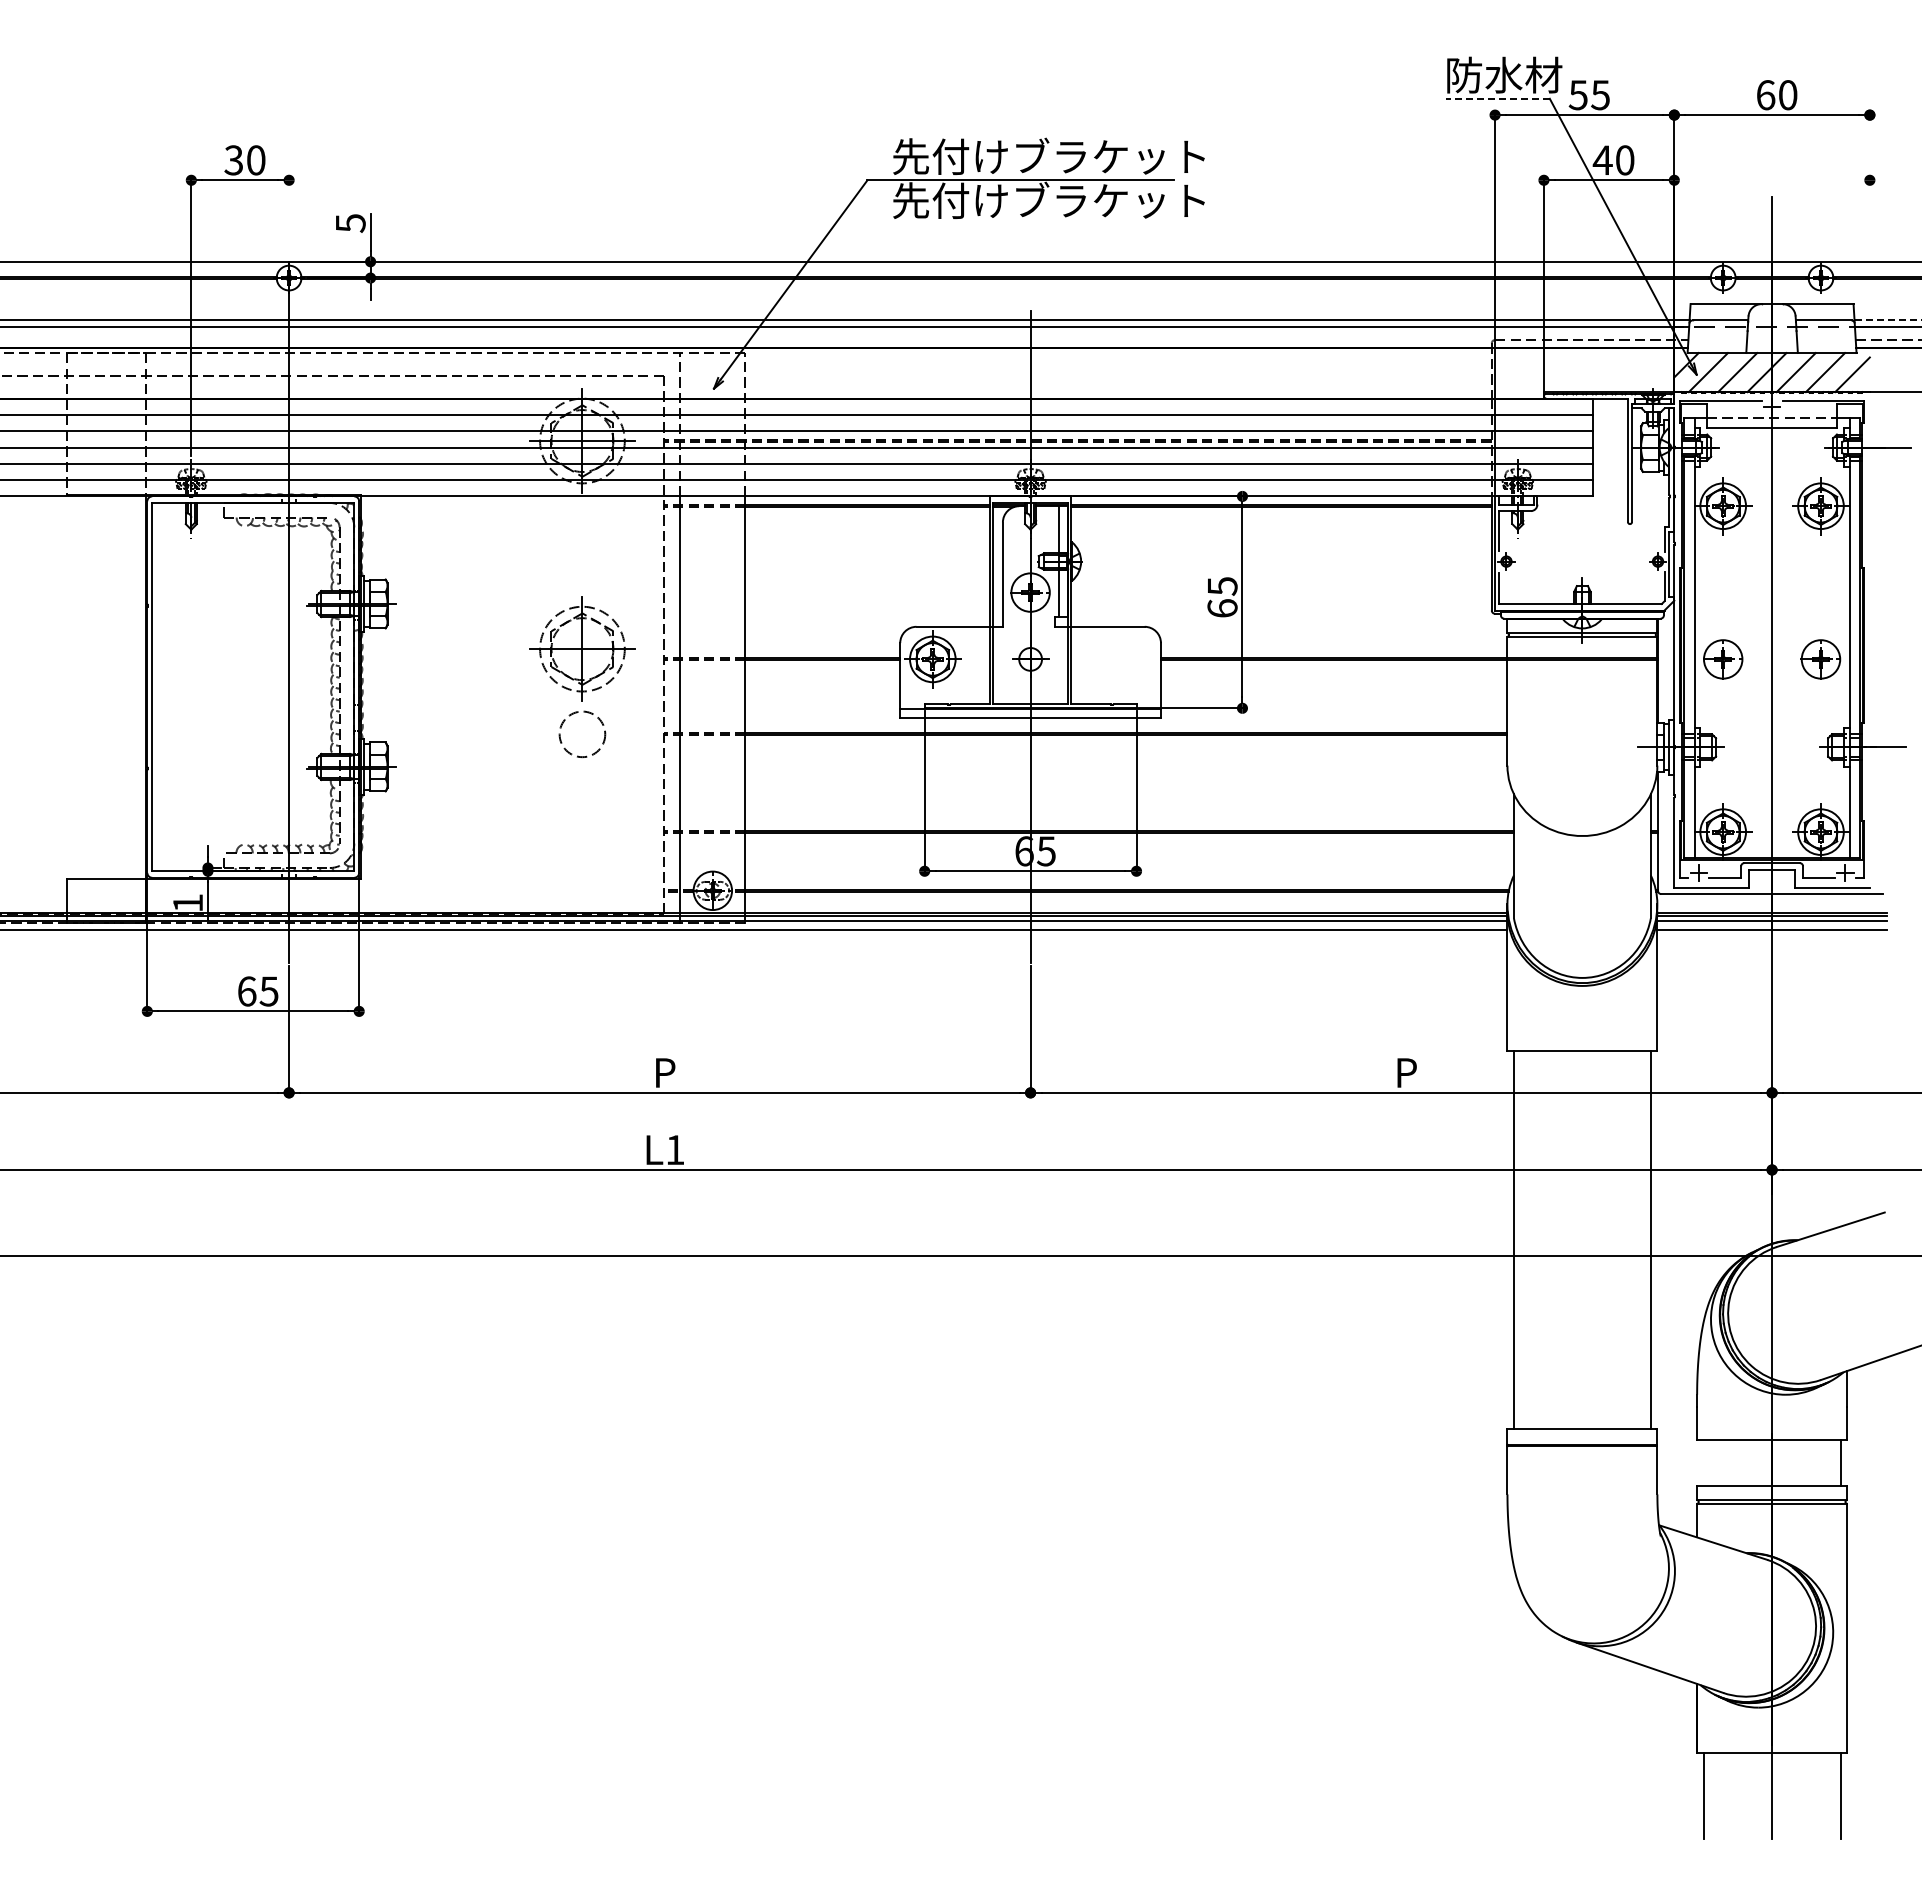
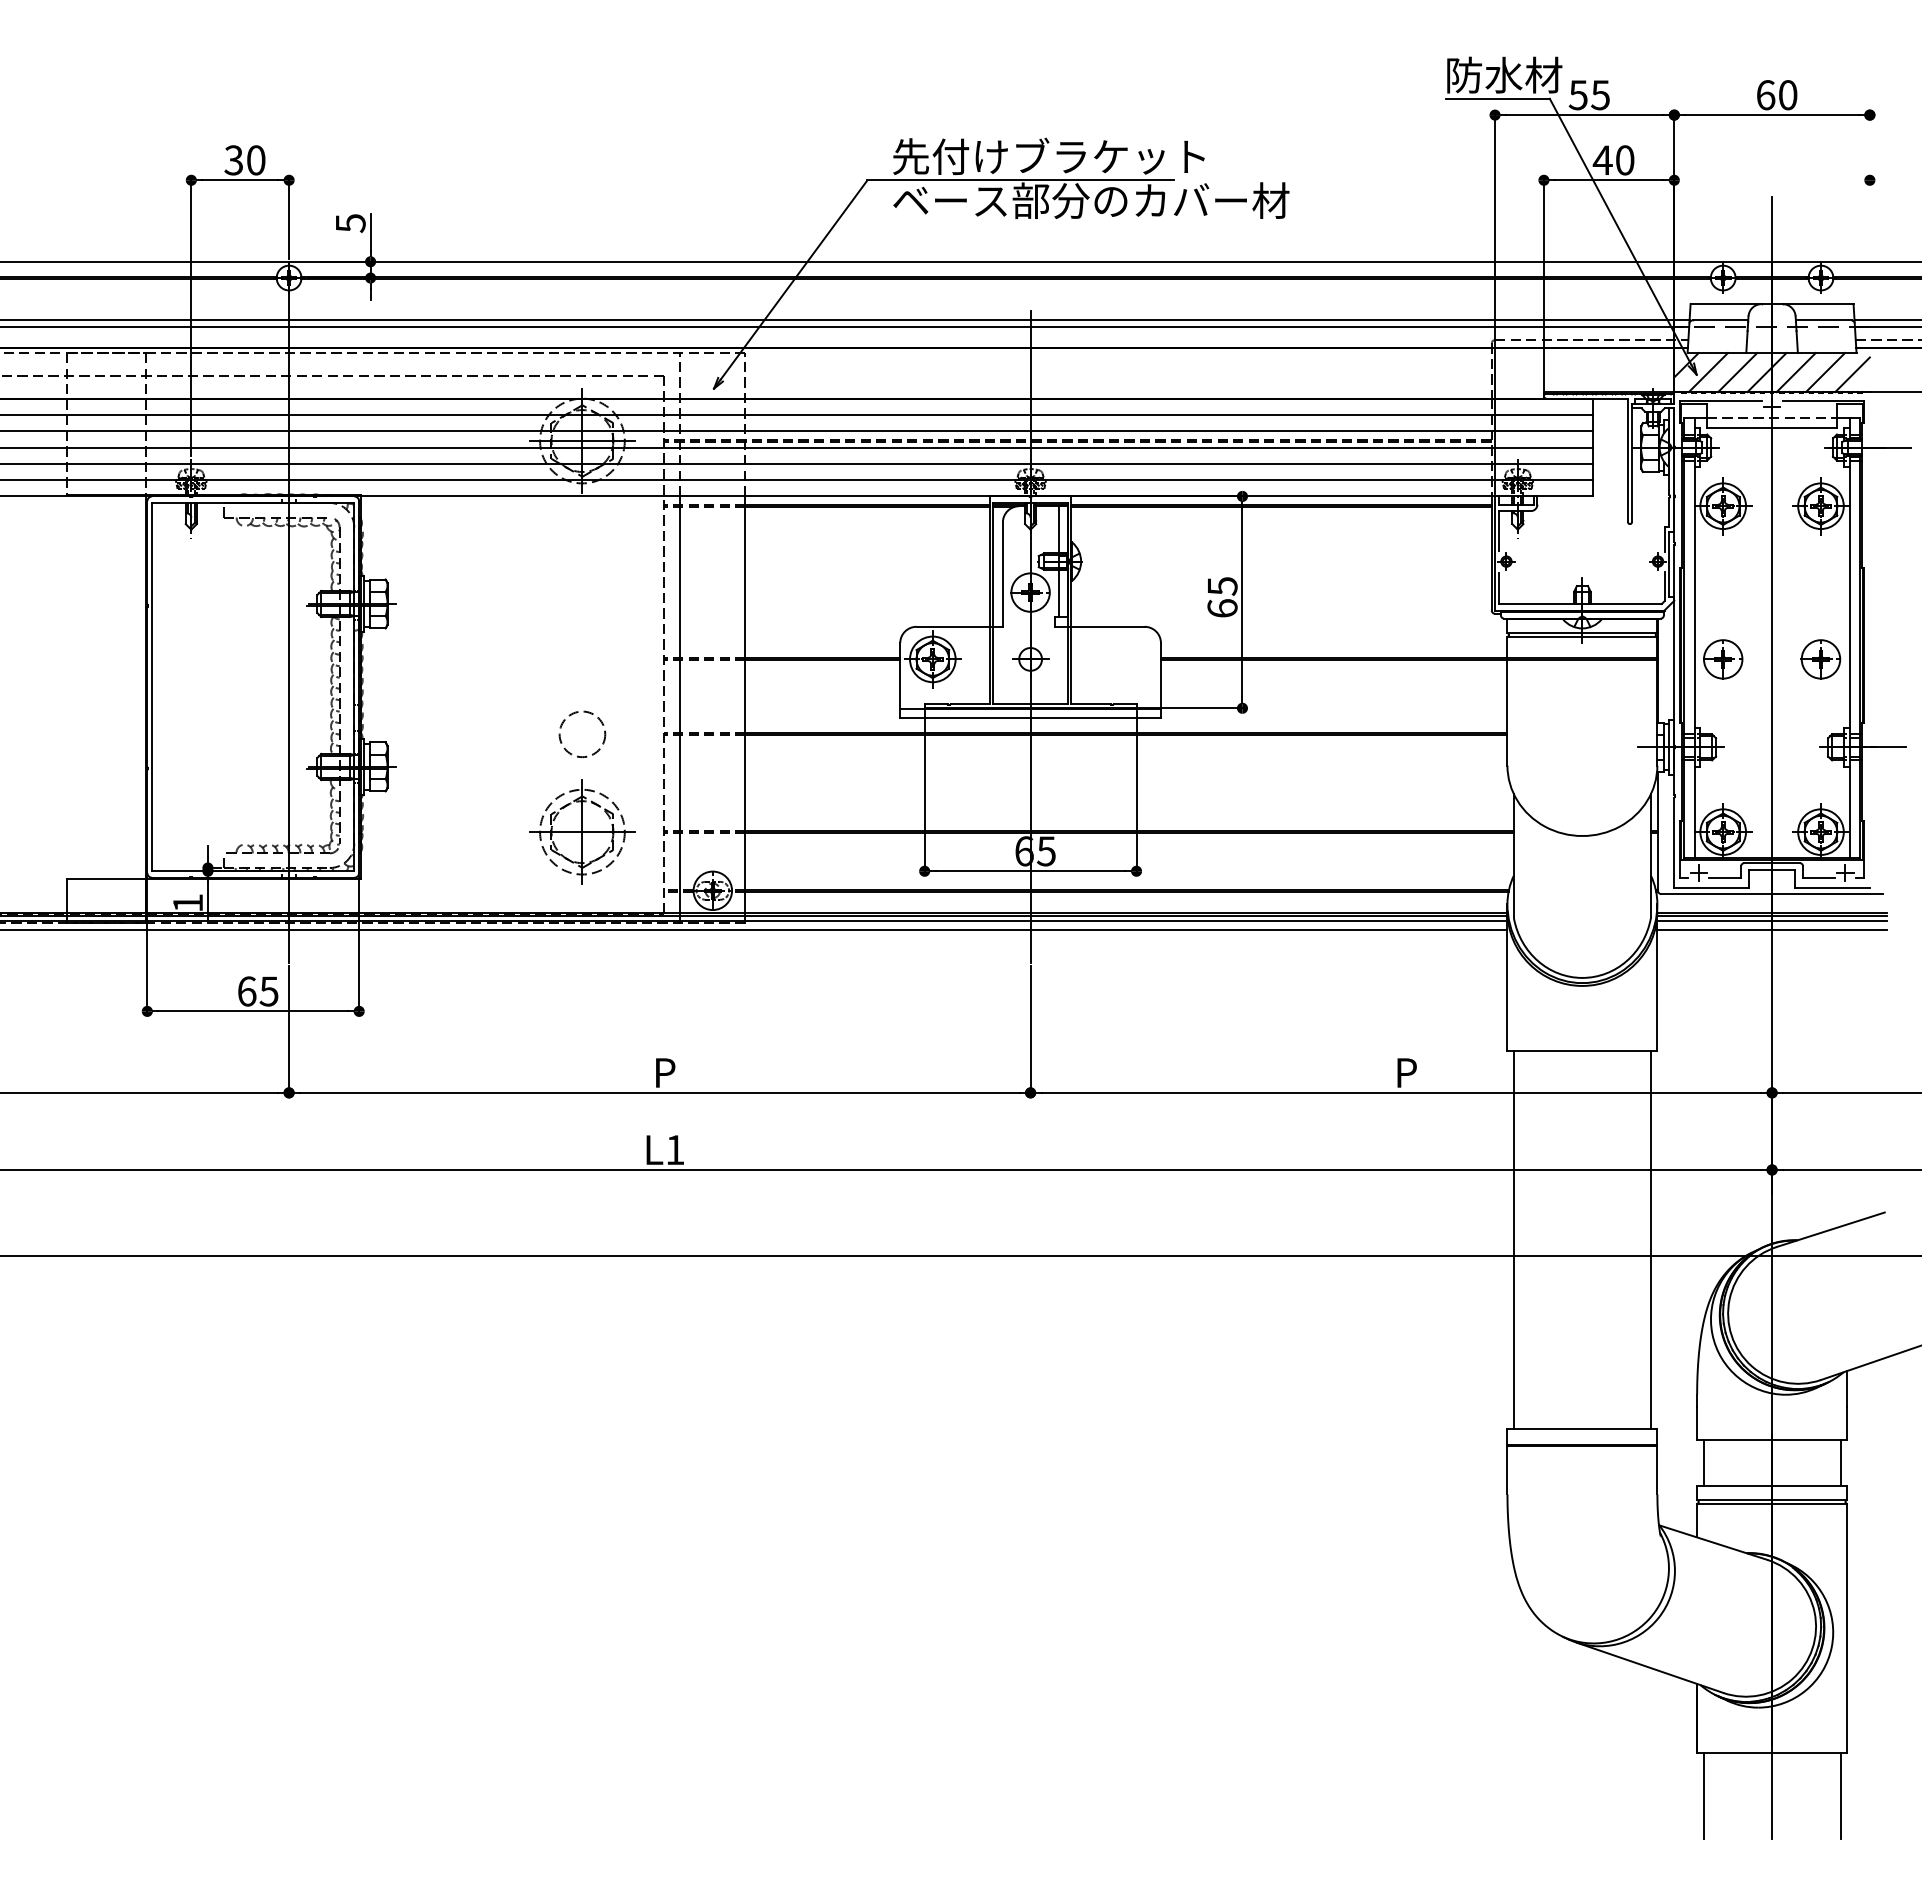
line at (1497, 98): dashed -> solid
text at (1091, 200): 先付けブラケット -> ベース部分のカバー材
line at (289, 218): none -> present
line at (1888, 320): dashed -> solid
part at (582, 648) position: (582, 648) -> (582, 831)
line at (1703, 1462): none -> present
